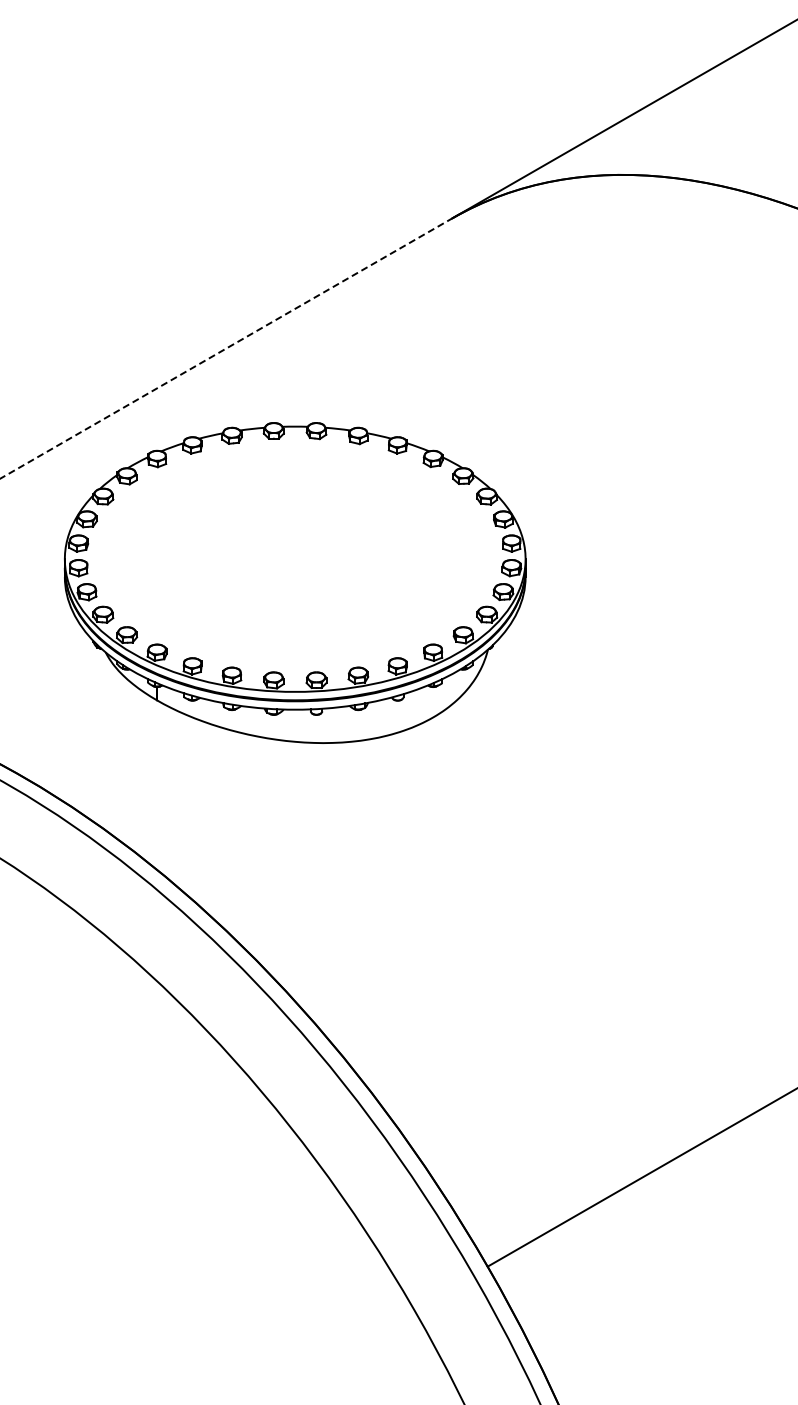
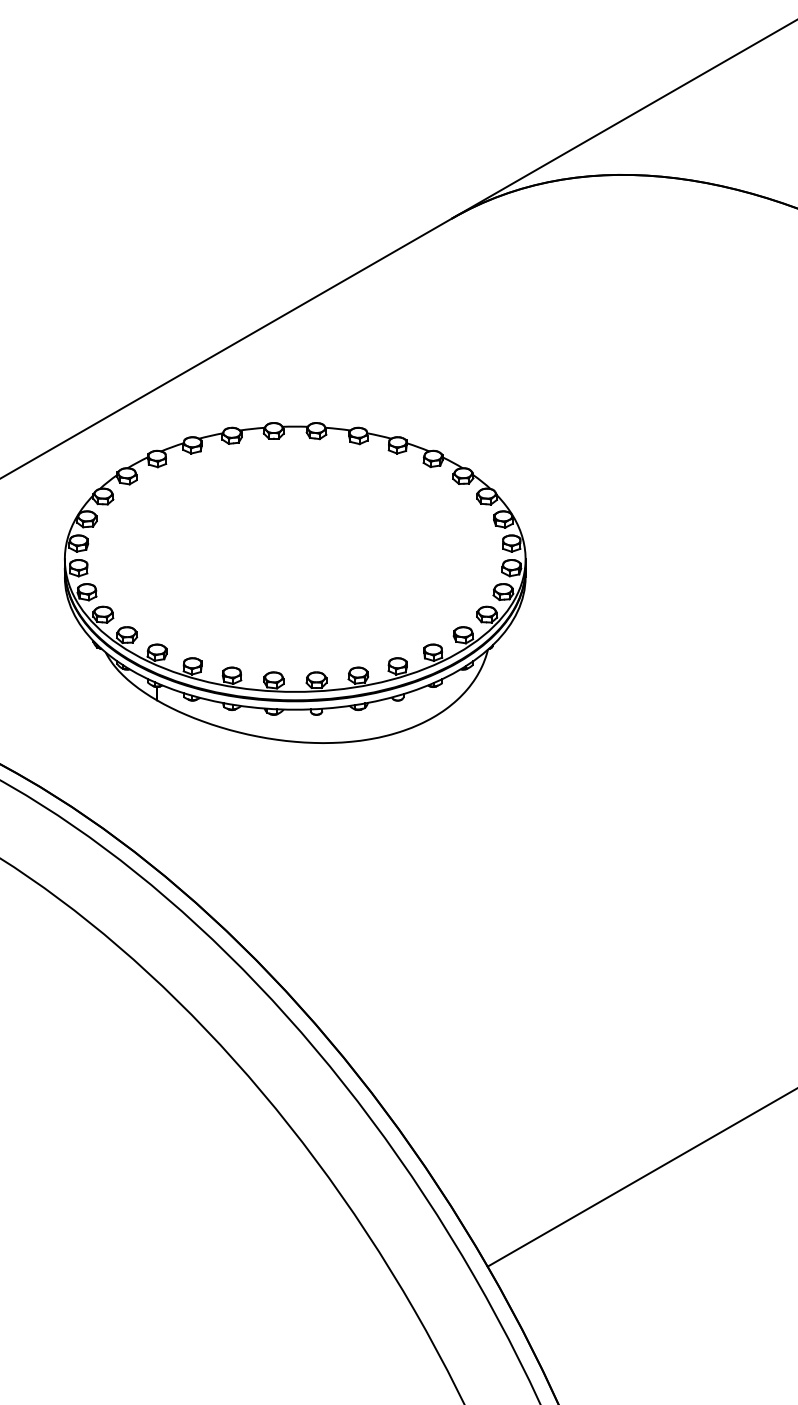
line at (226, 348): dashed -> solid
